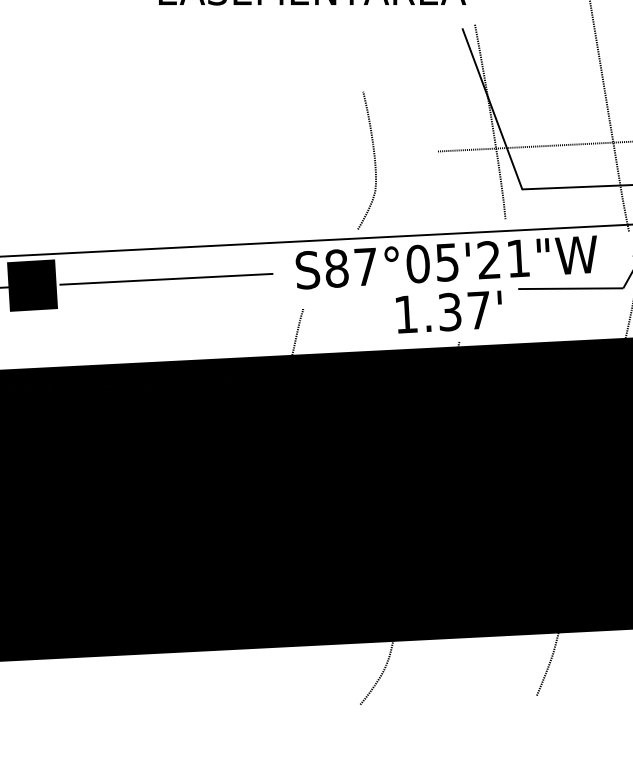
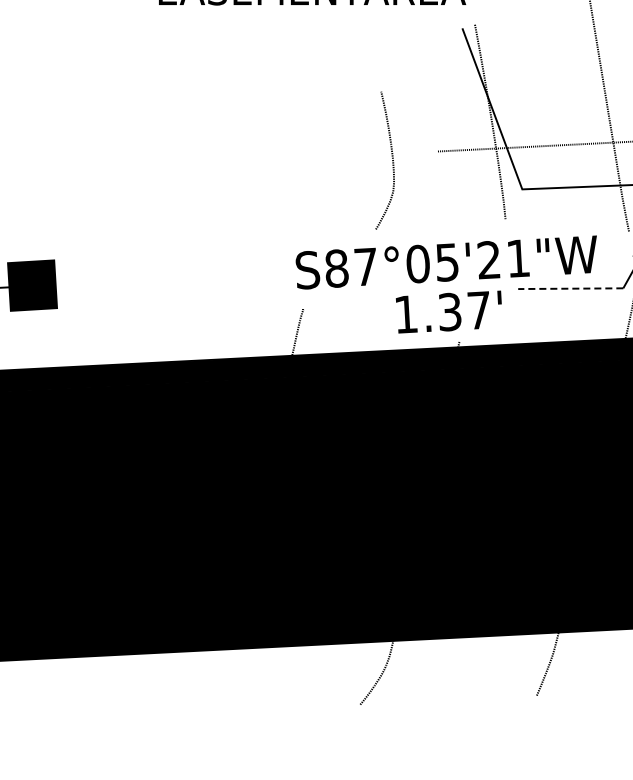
curve at (374, 160) position: (374, 160) -> (392, 160)
line at (315, 240): present -> none
line at (166, 278): present -> none
line at (570, 288): solid -> dashed
